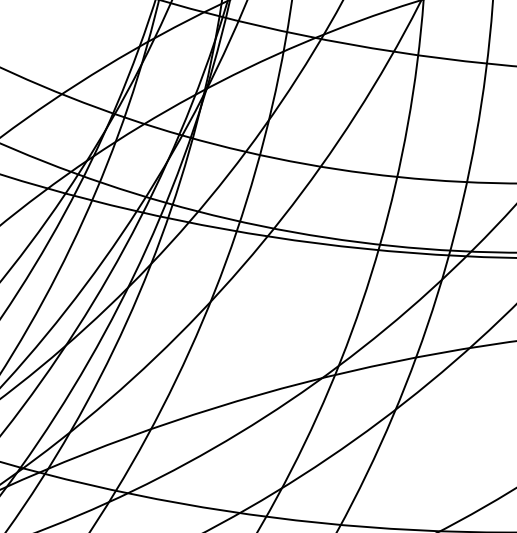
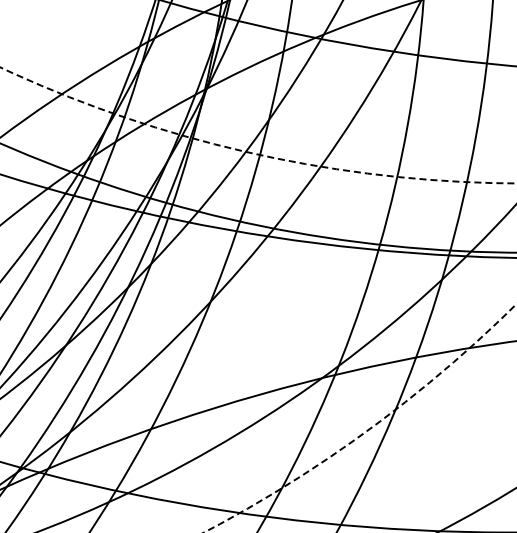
circle at (258, 125): solid -> dashed
circle at (359, 417): solid -> dashed
